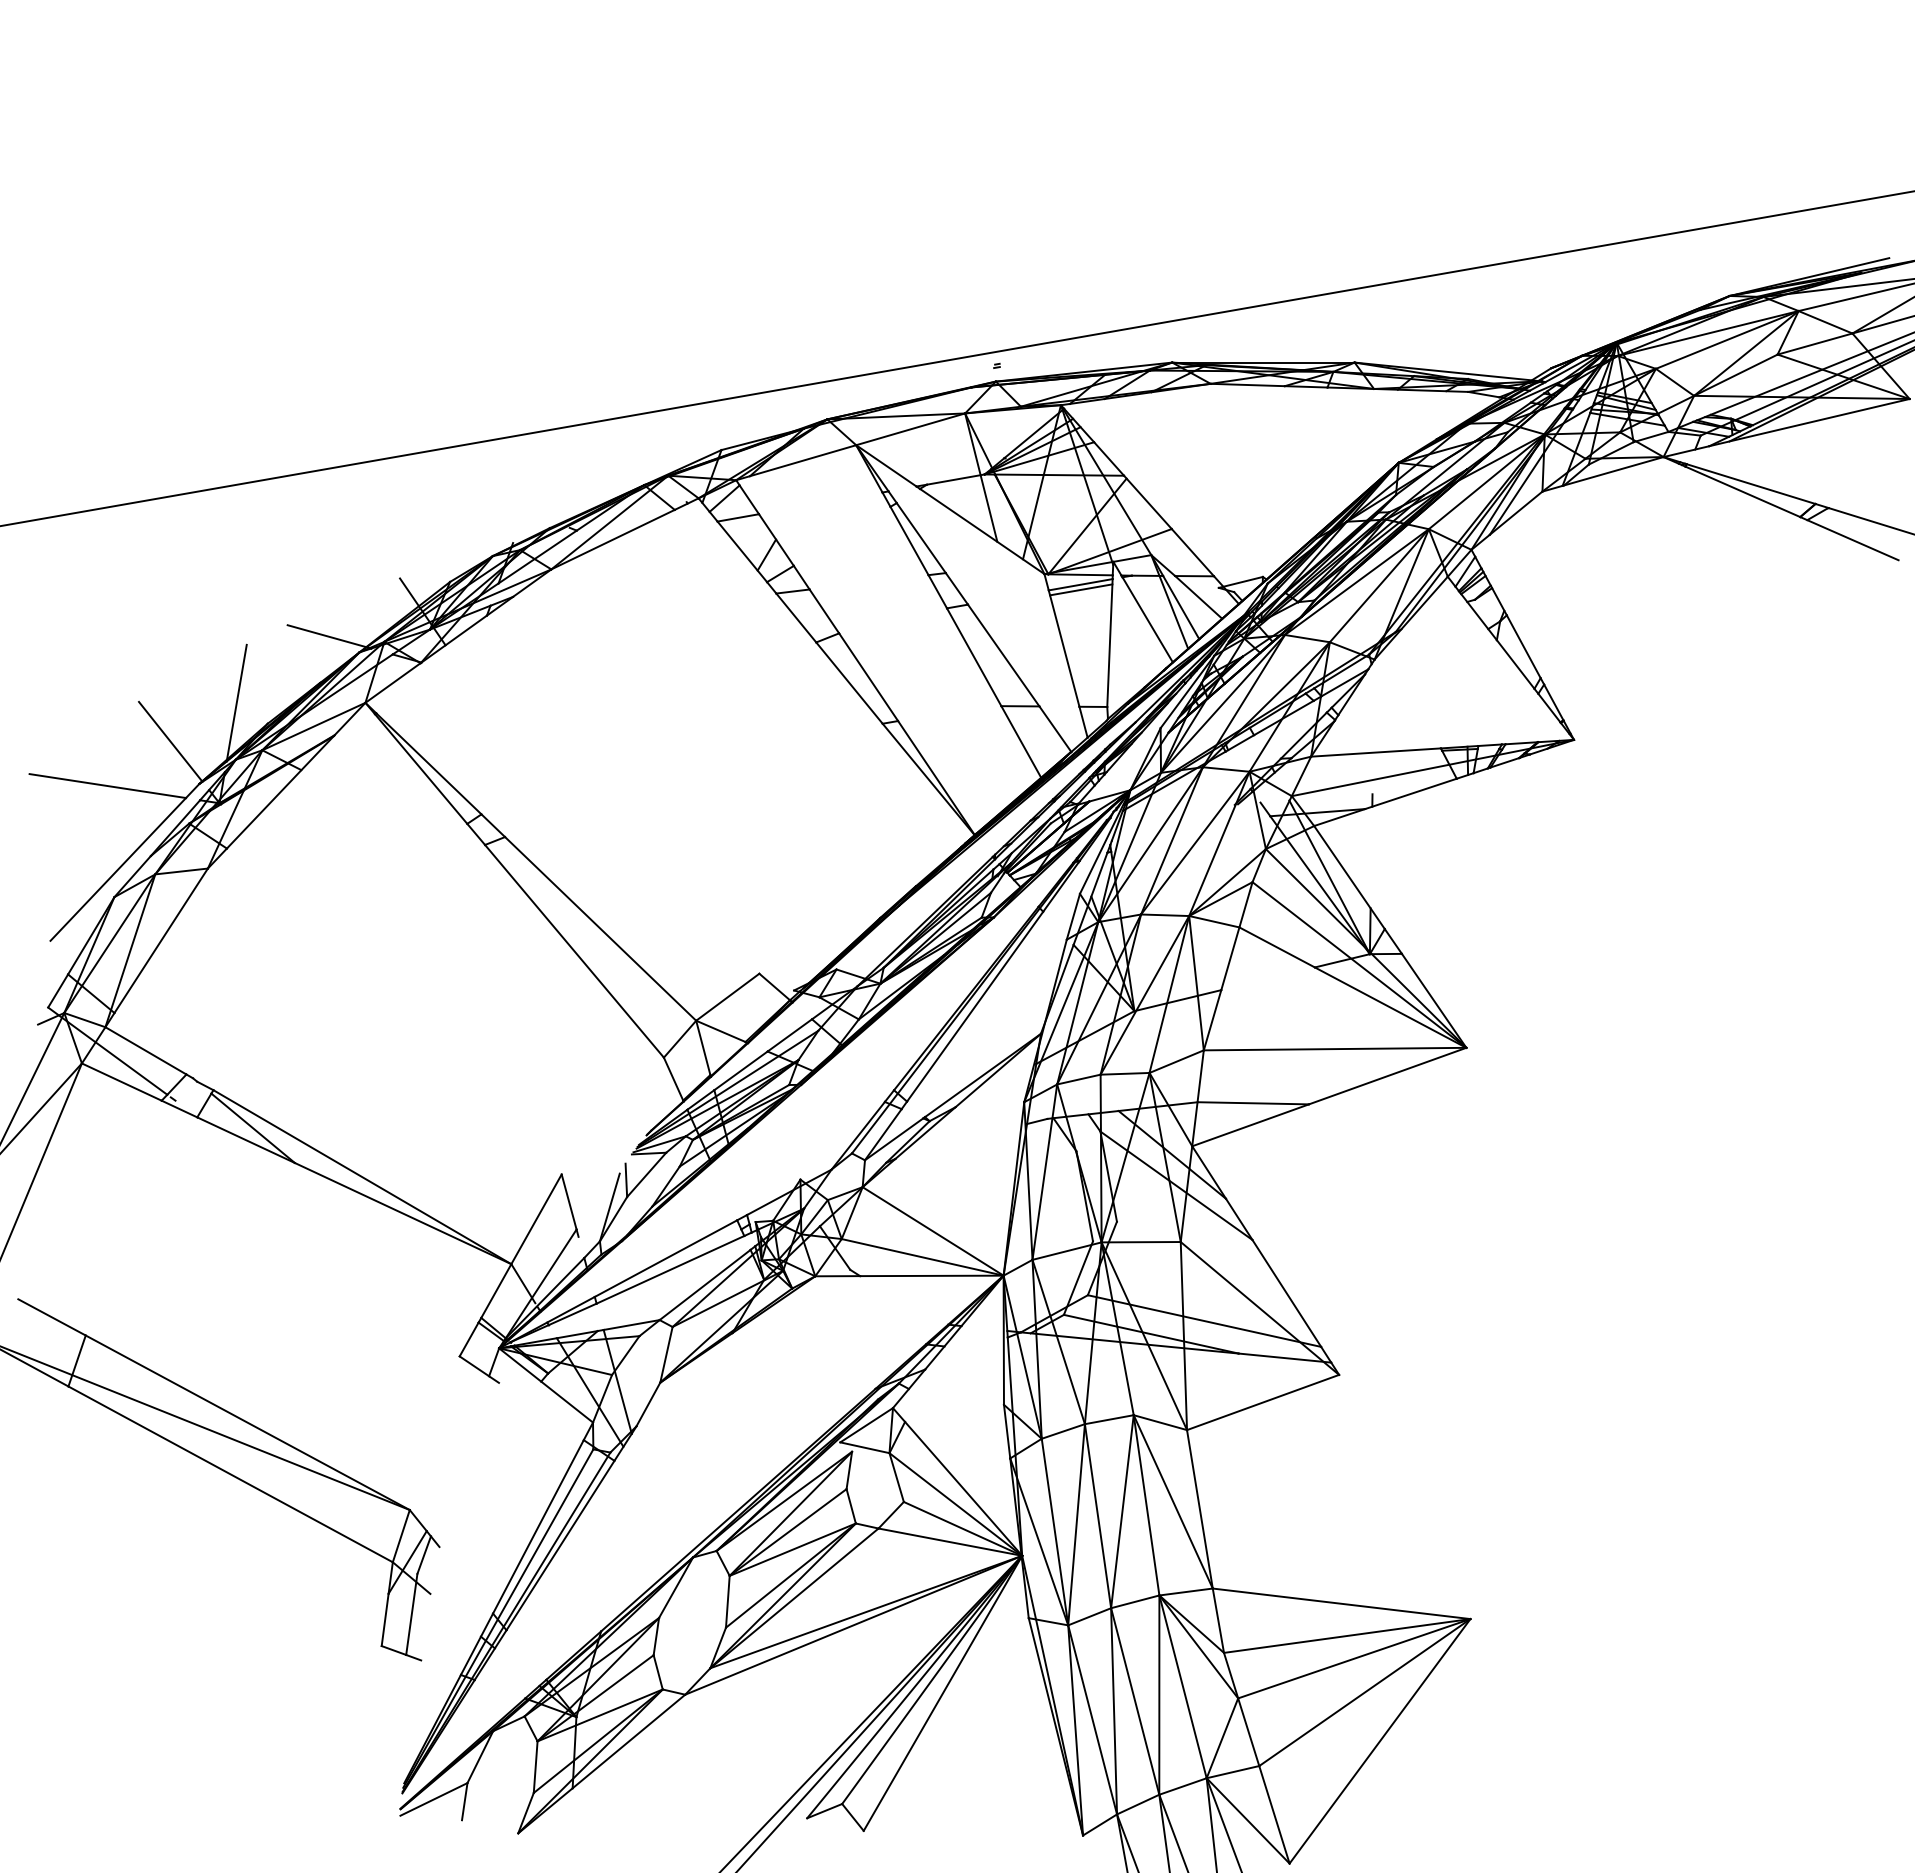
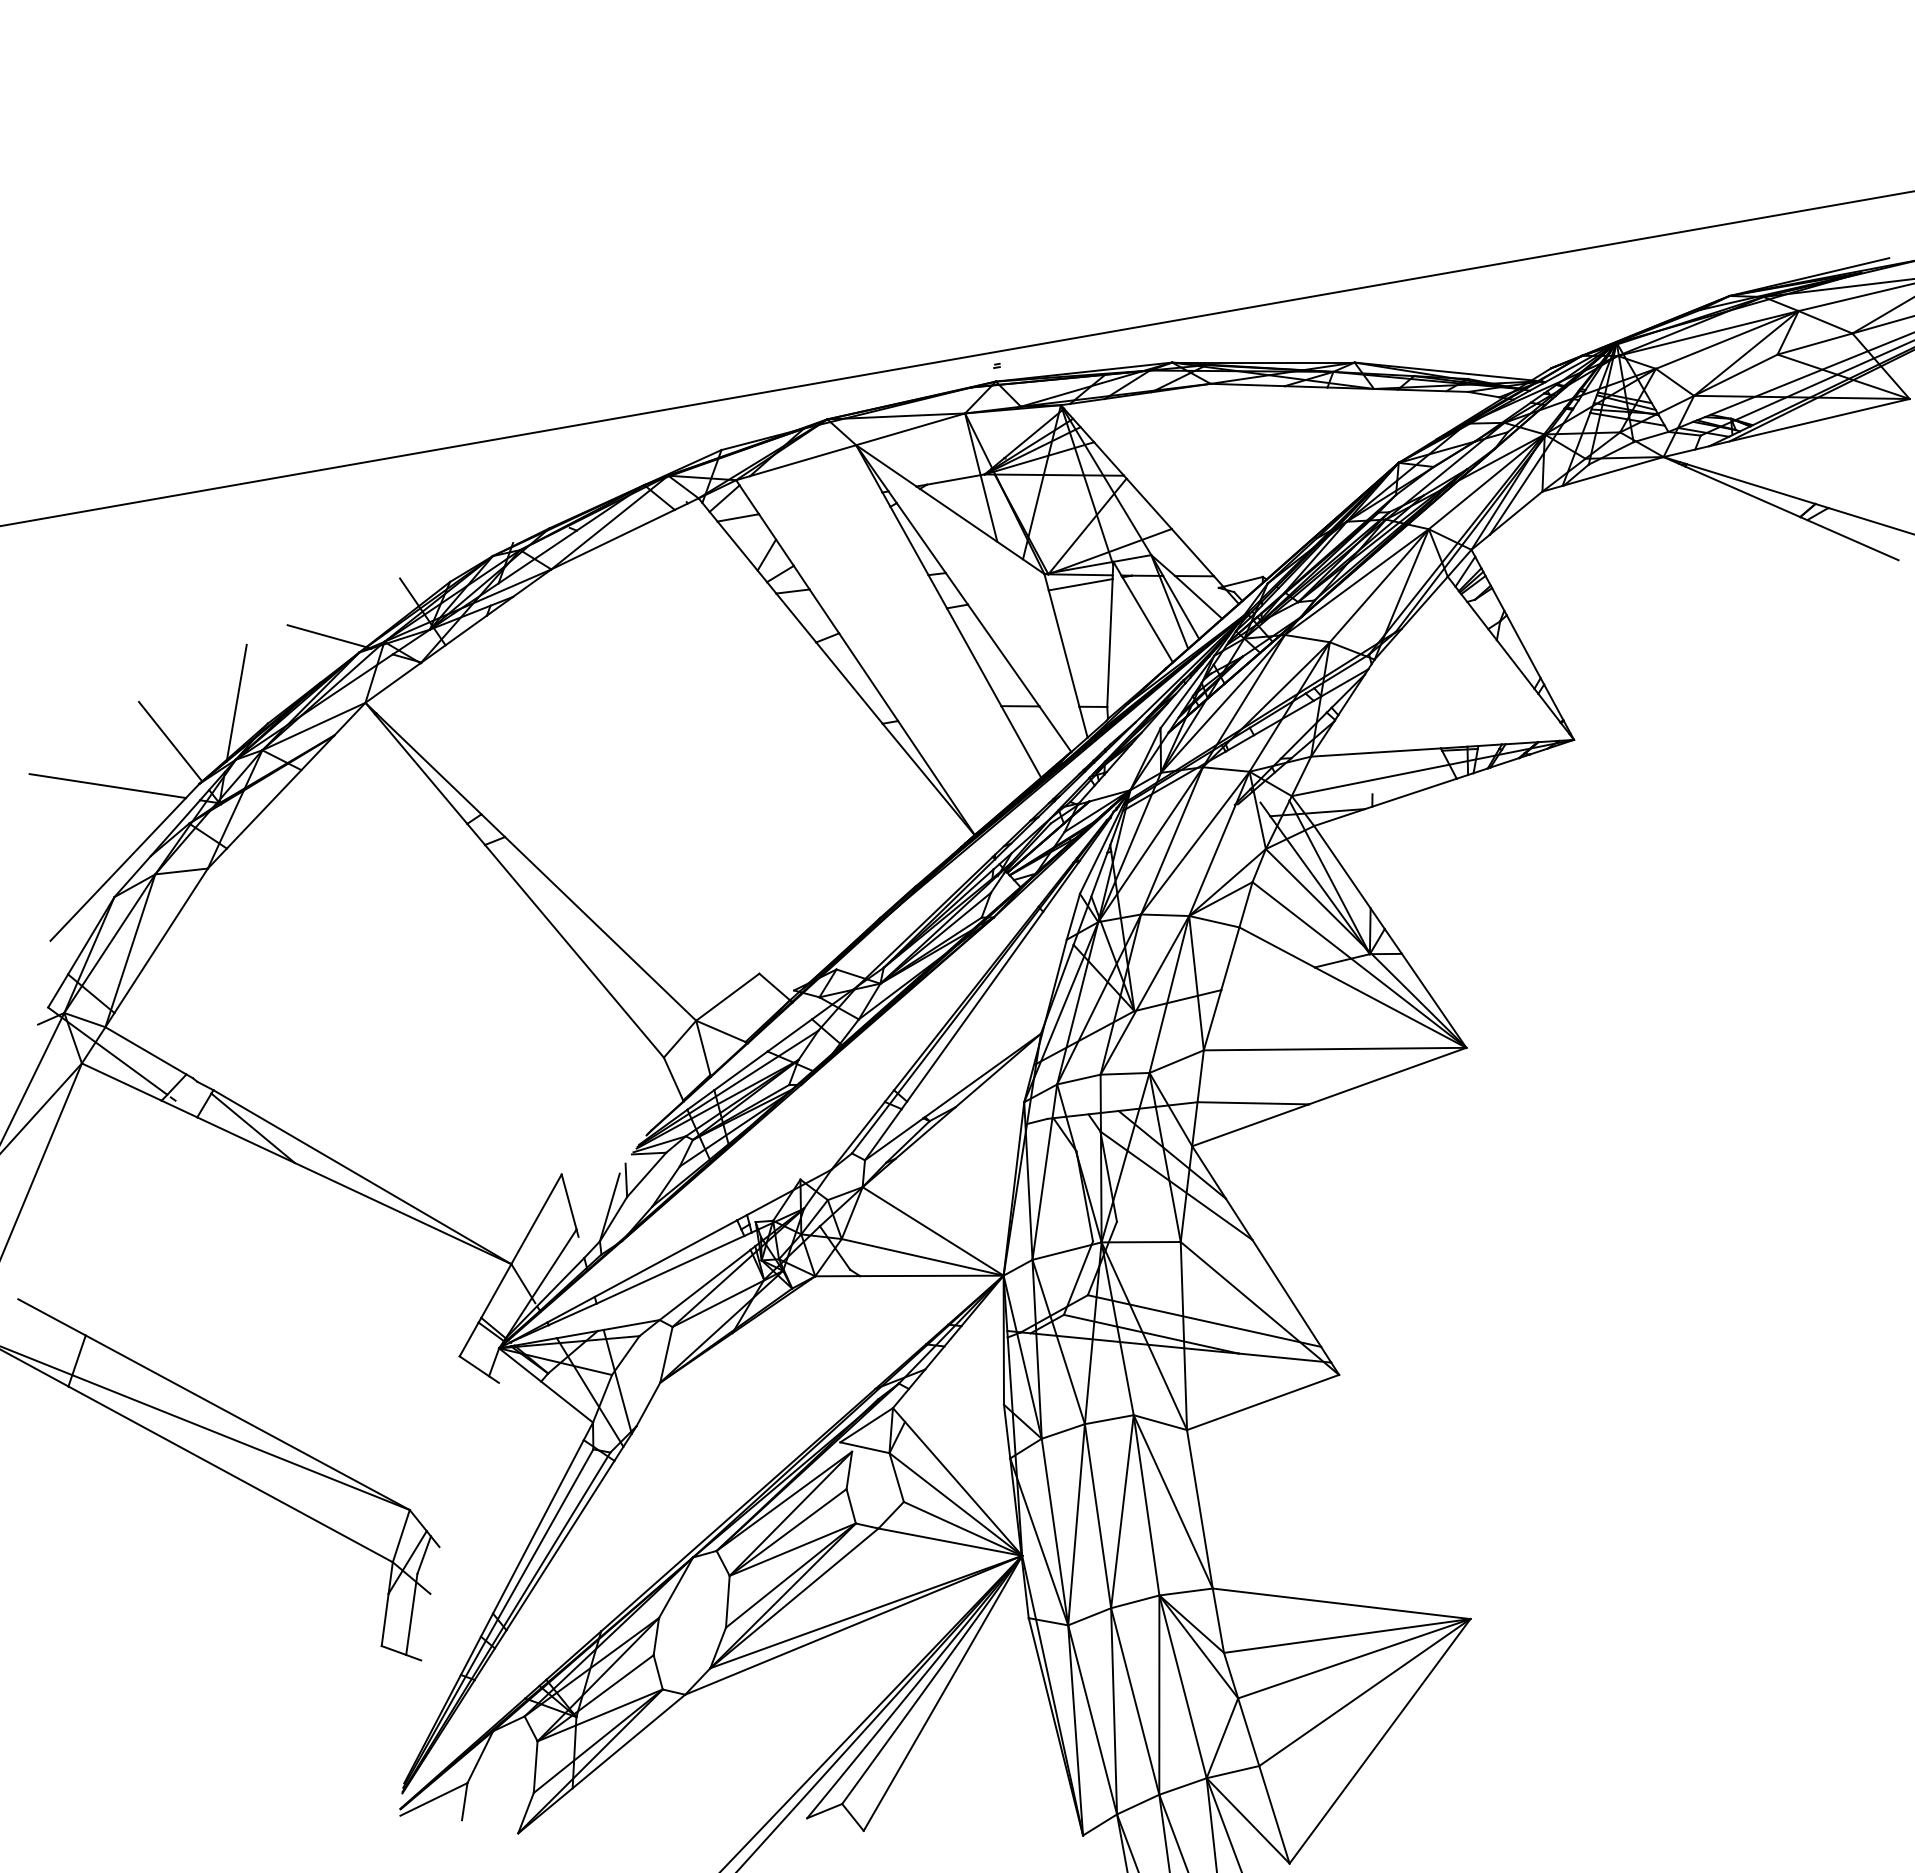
line at (1081, 589): present -> none
